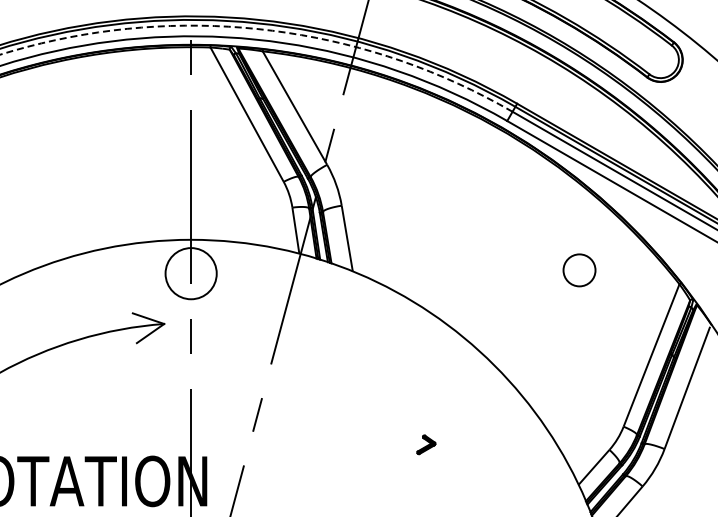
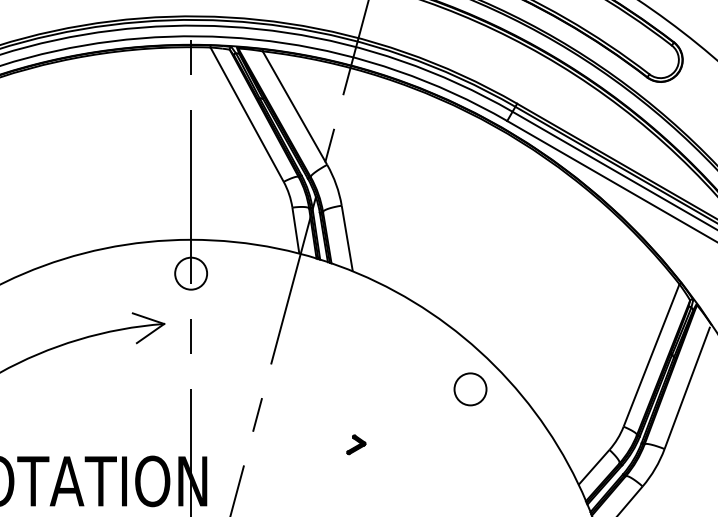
arc at (261, 29): dashed -> solid
circle at (579, 270) position: (579, 270) -> (470, 389)
circle at (190, 273) diameter: 51 px -> 32 px
part at (426, 444) position: (426, 444) -> (356, 444)
